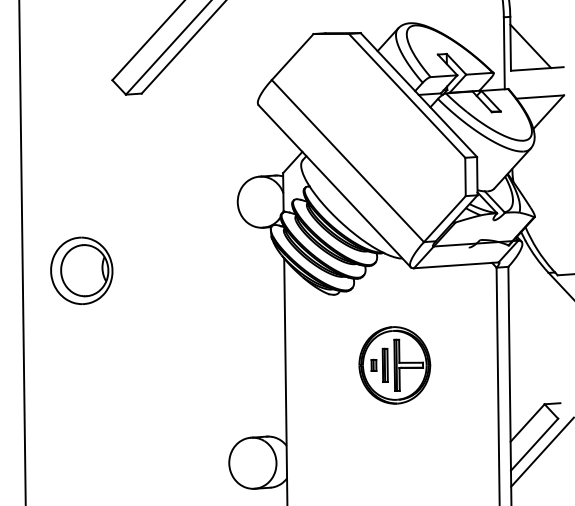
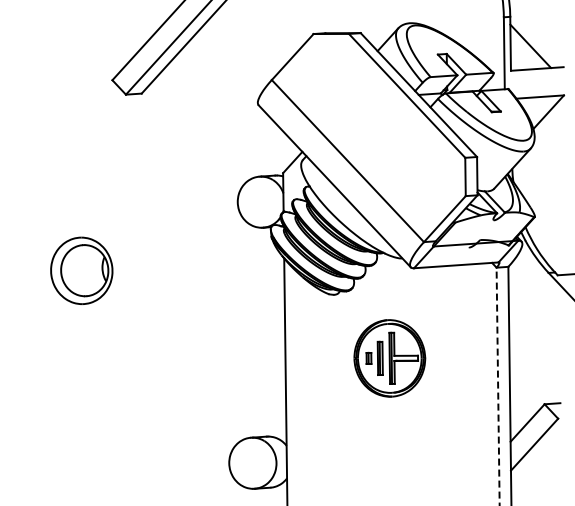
line at (22, 252): present -> none
part at (394, 365) position: (394, 365) -> (389, 358)
line at (498, 386): solid -> dashed
line at (541, 452): present -> none
